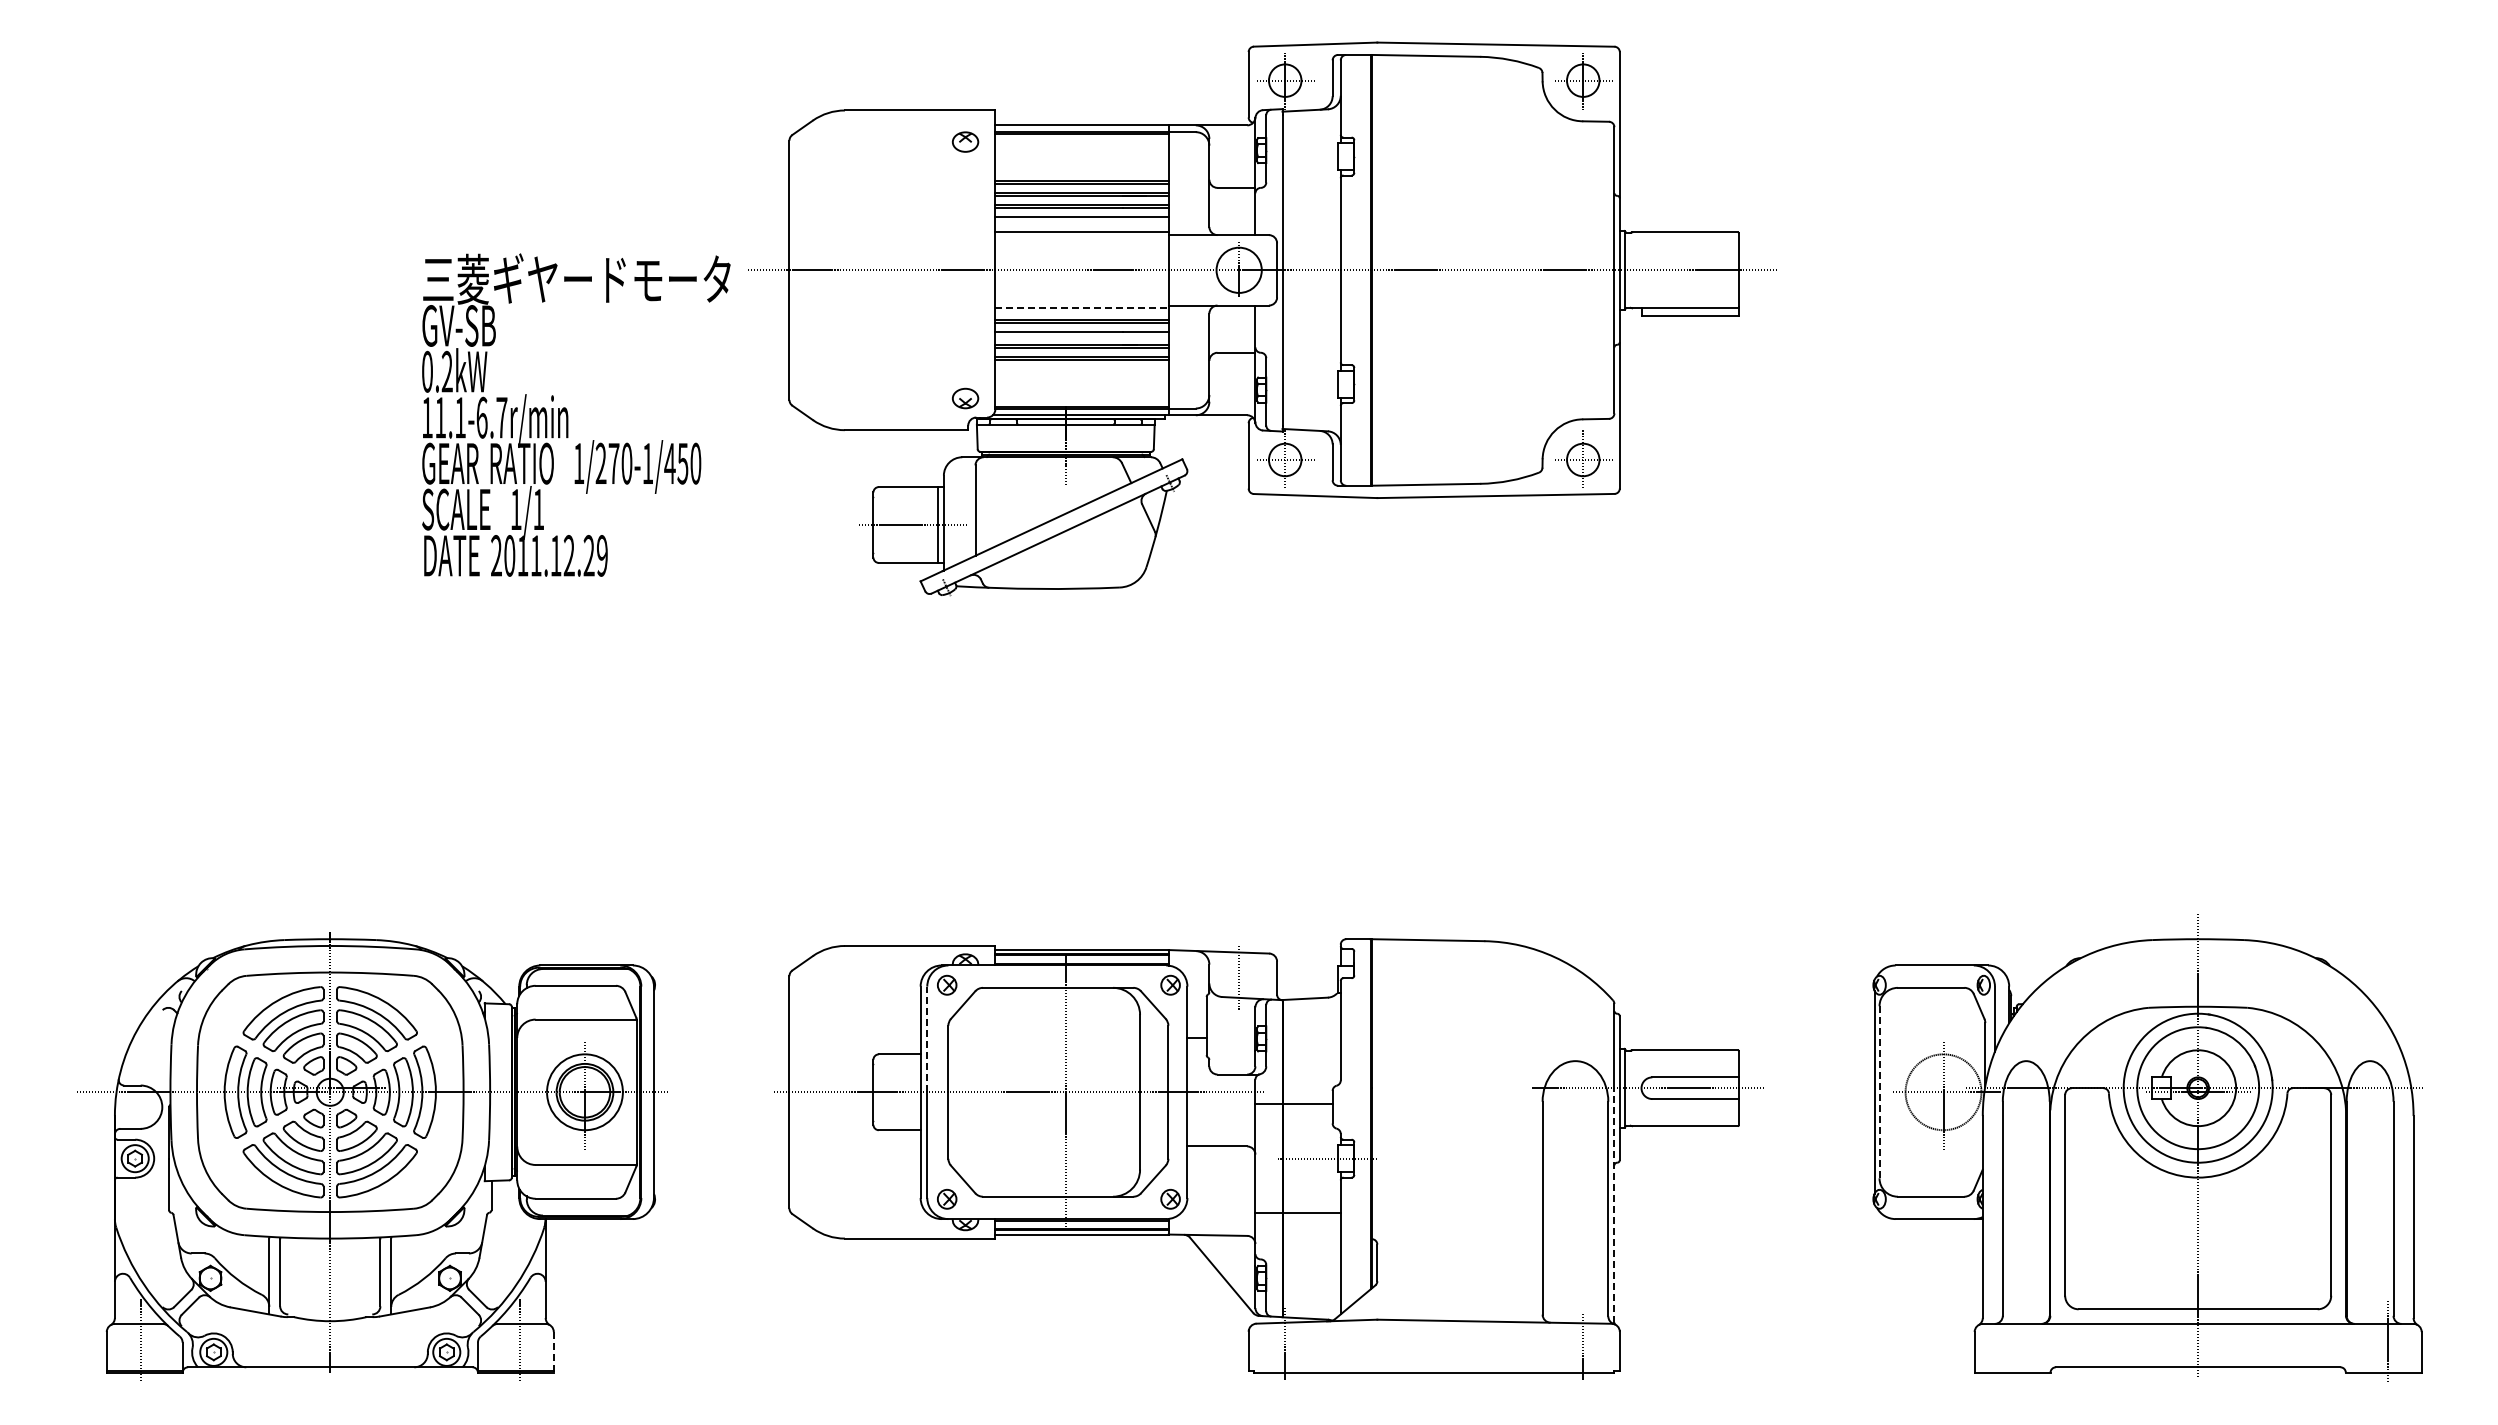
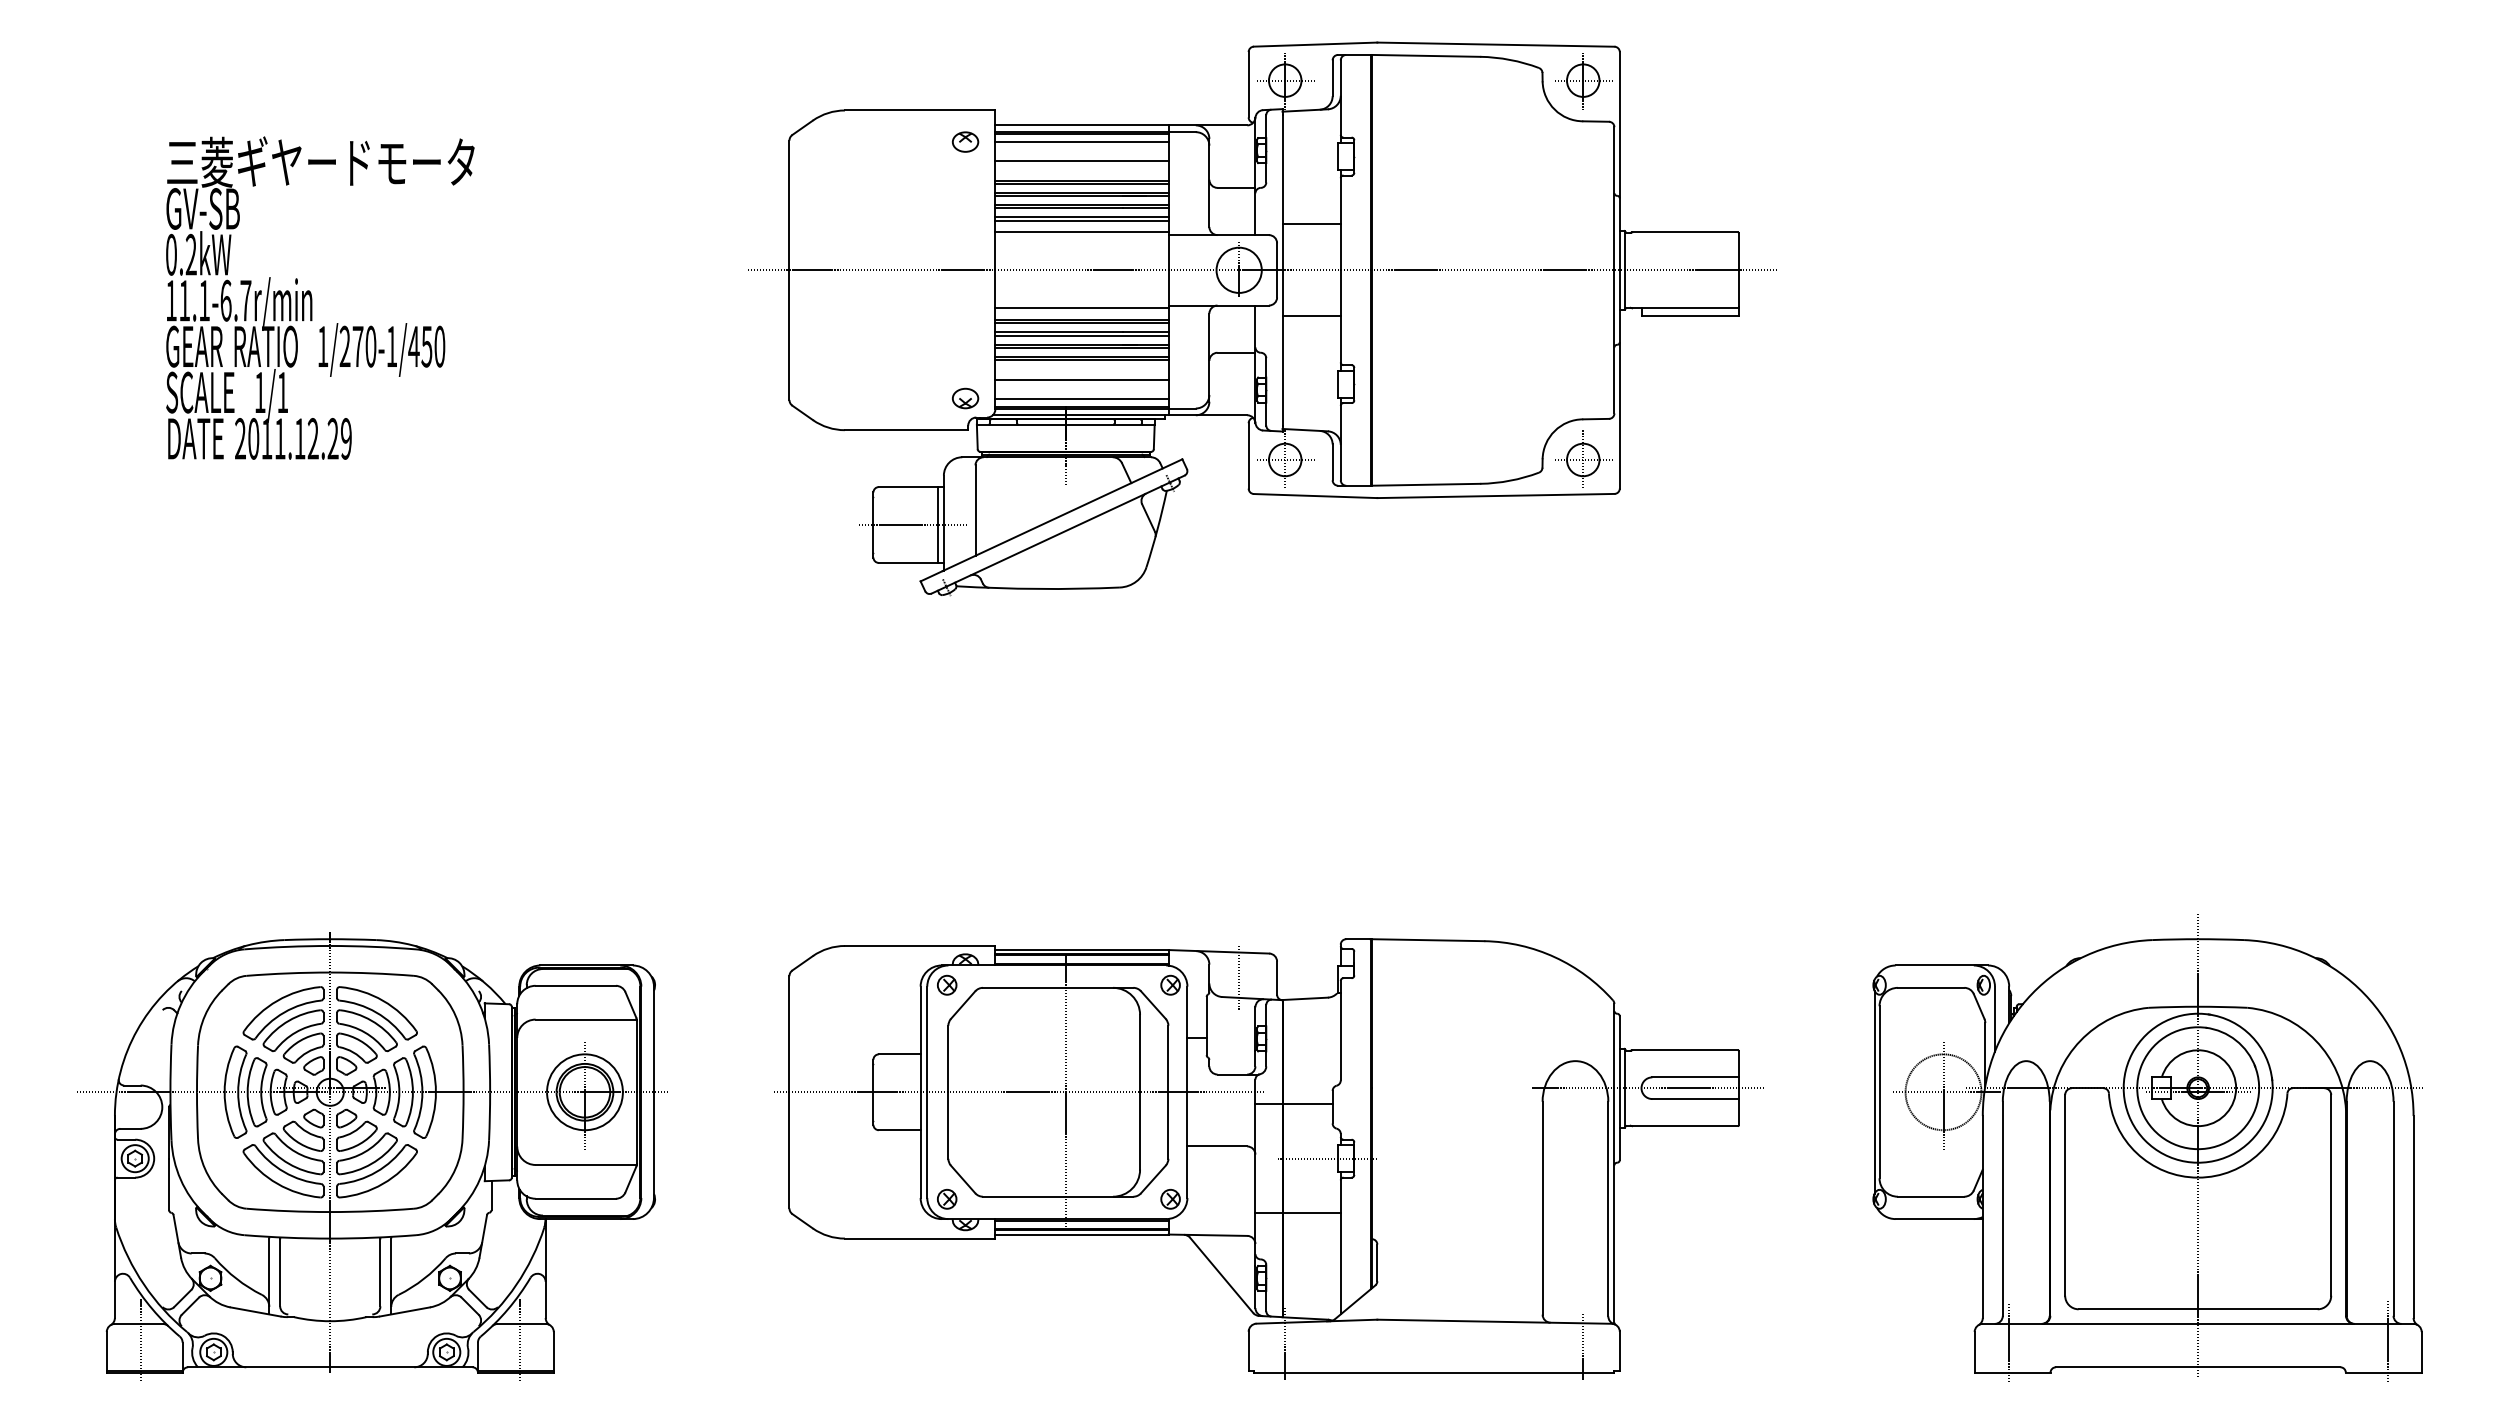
line at (1081, 142): none -> present
line at (1081, 160): none -> present
line at (1081, 220): none -> present
line at (1311, 224): none -> present
line at (1082, 308): dashed -> solid
line at (1311, 316): none -> present
line at (1081, 335): none -> present
line at (1081, 379): none -> present
line at (1081, 398): none -> present
text at (576, 414) position: (576, 414) -> (320, 297)
line at (927, 1039): dashed -> solid
line at (1879, 1092): dashed -> solid
line at (1614, 1204): dashed -> solid
line at (2008, 1341): none -> present
line at (553, 1352): dashed -> solid
